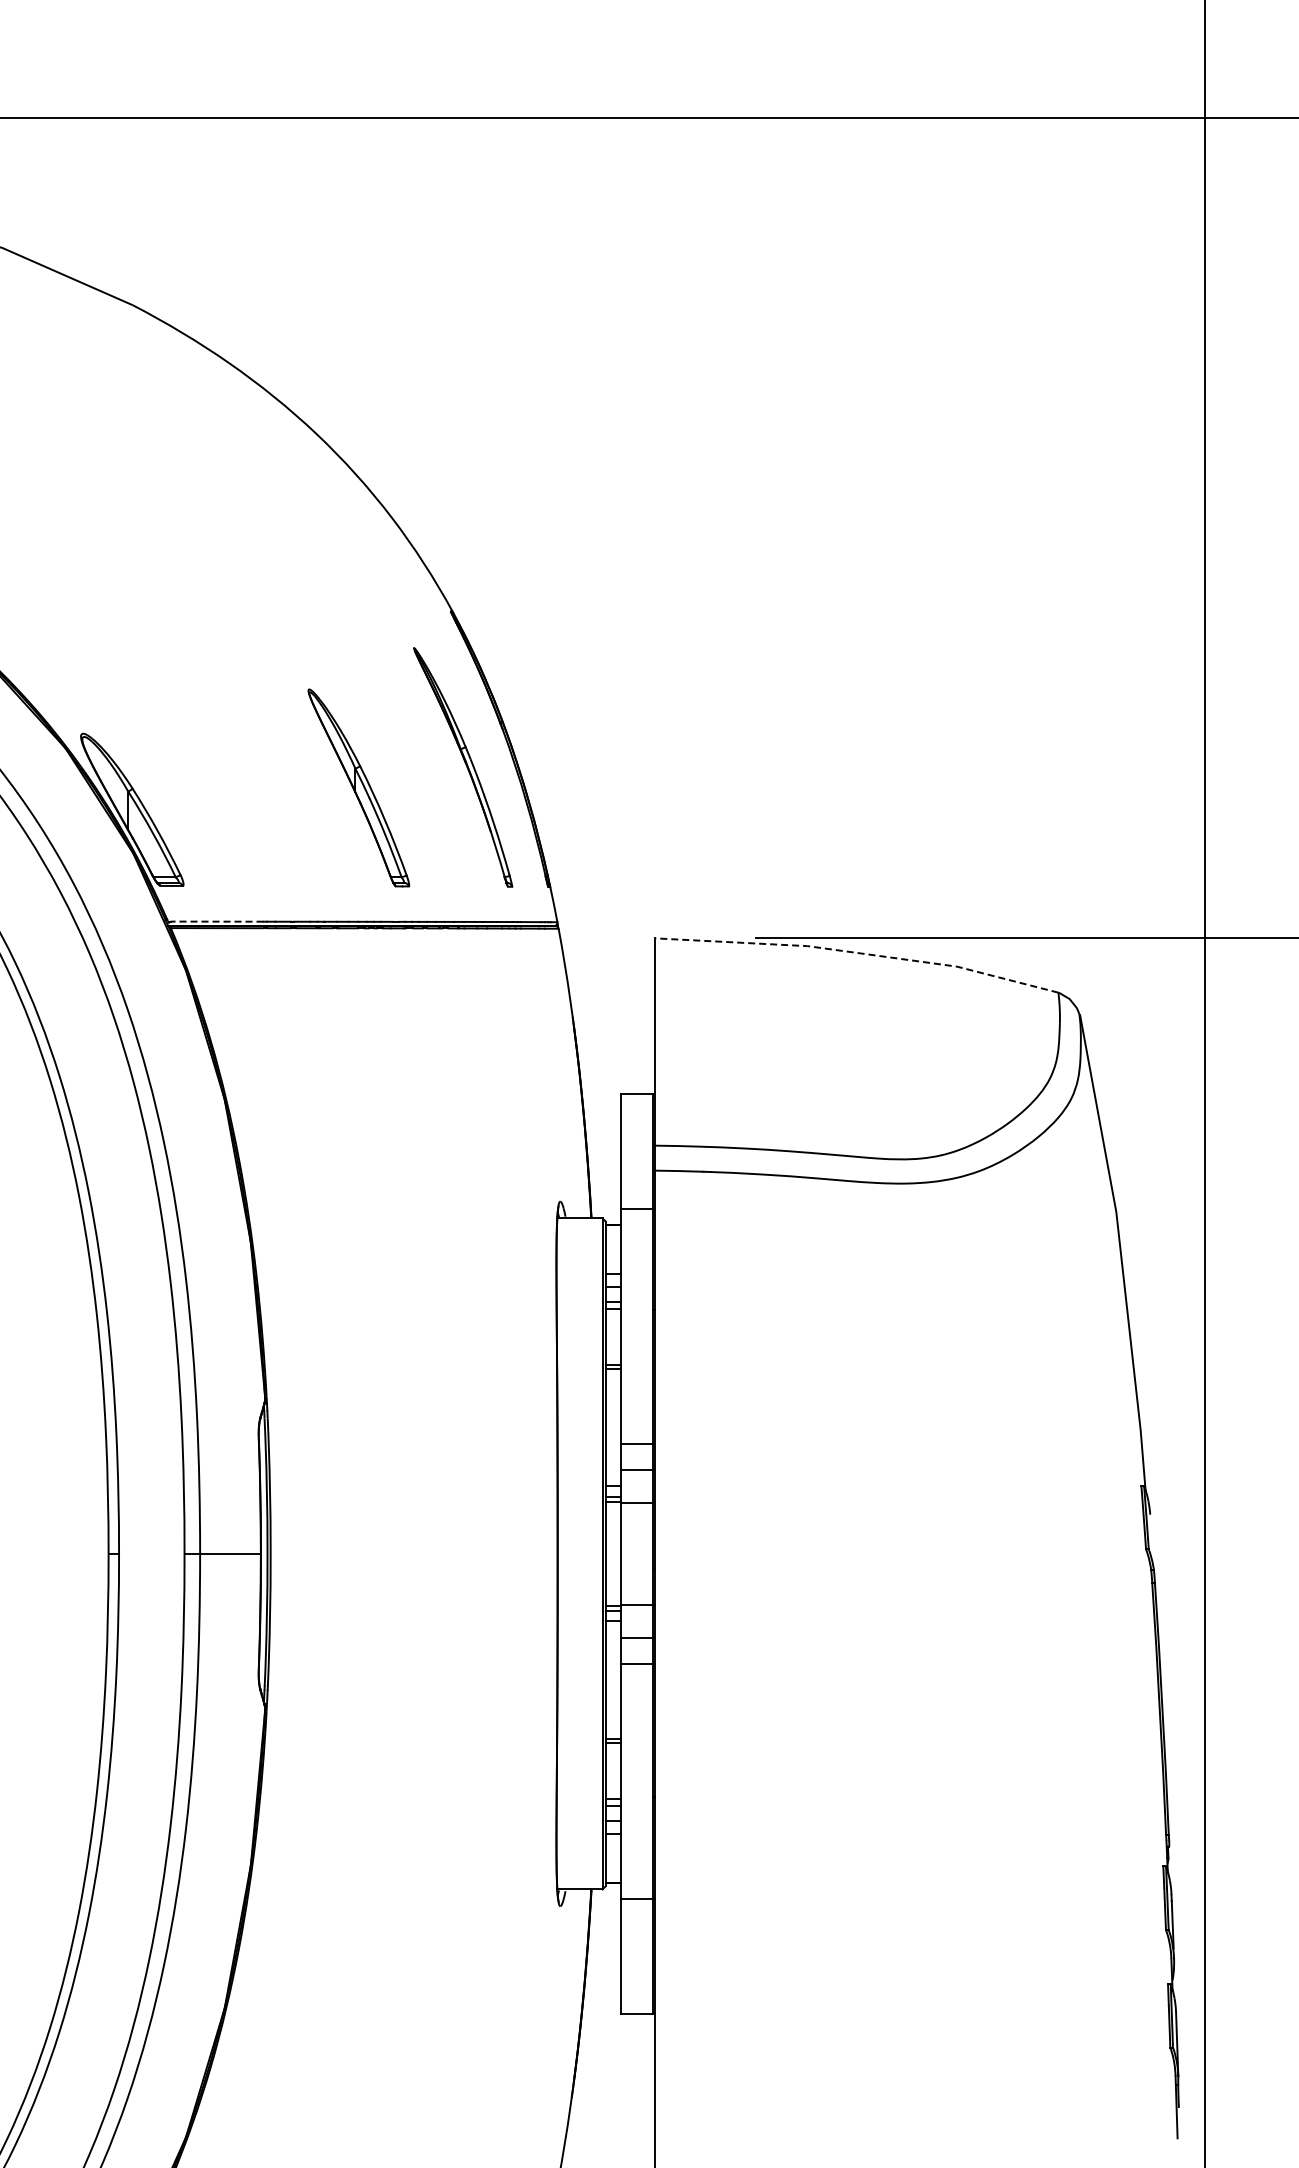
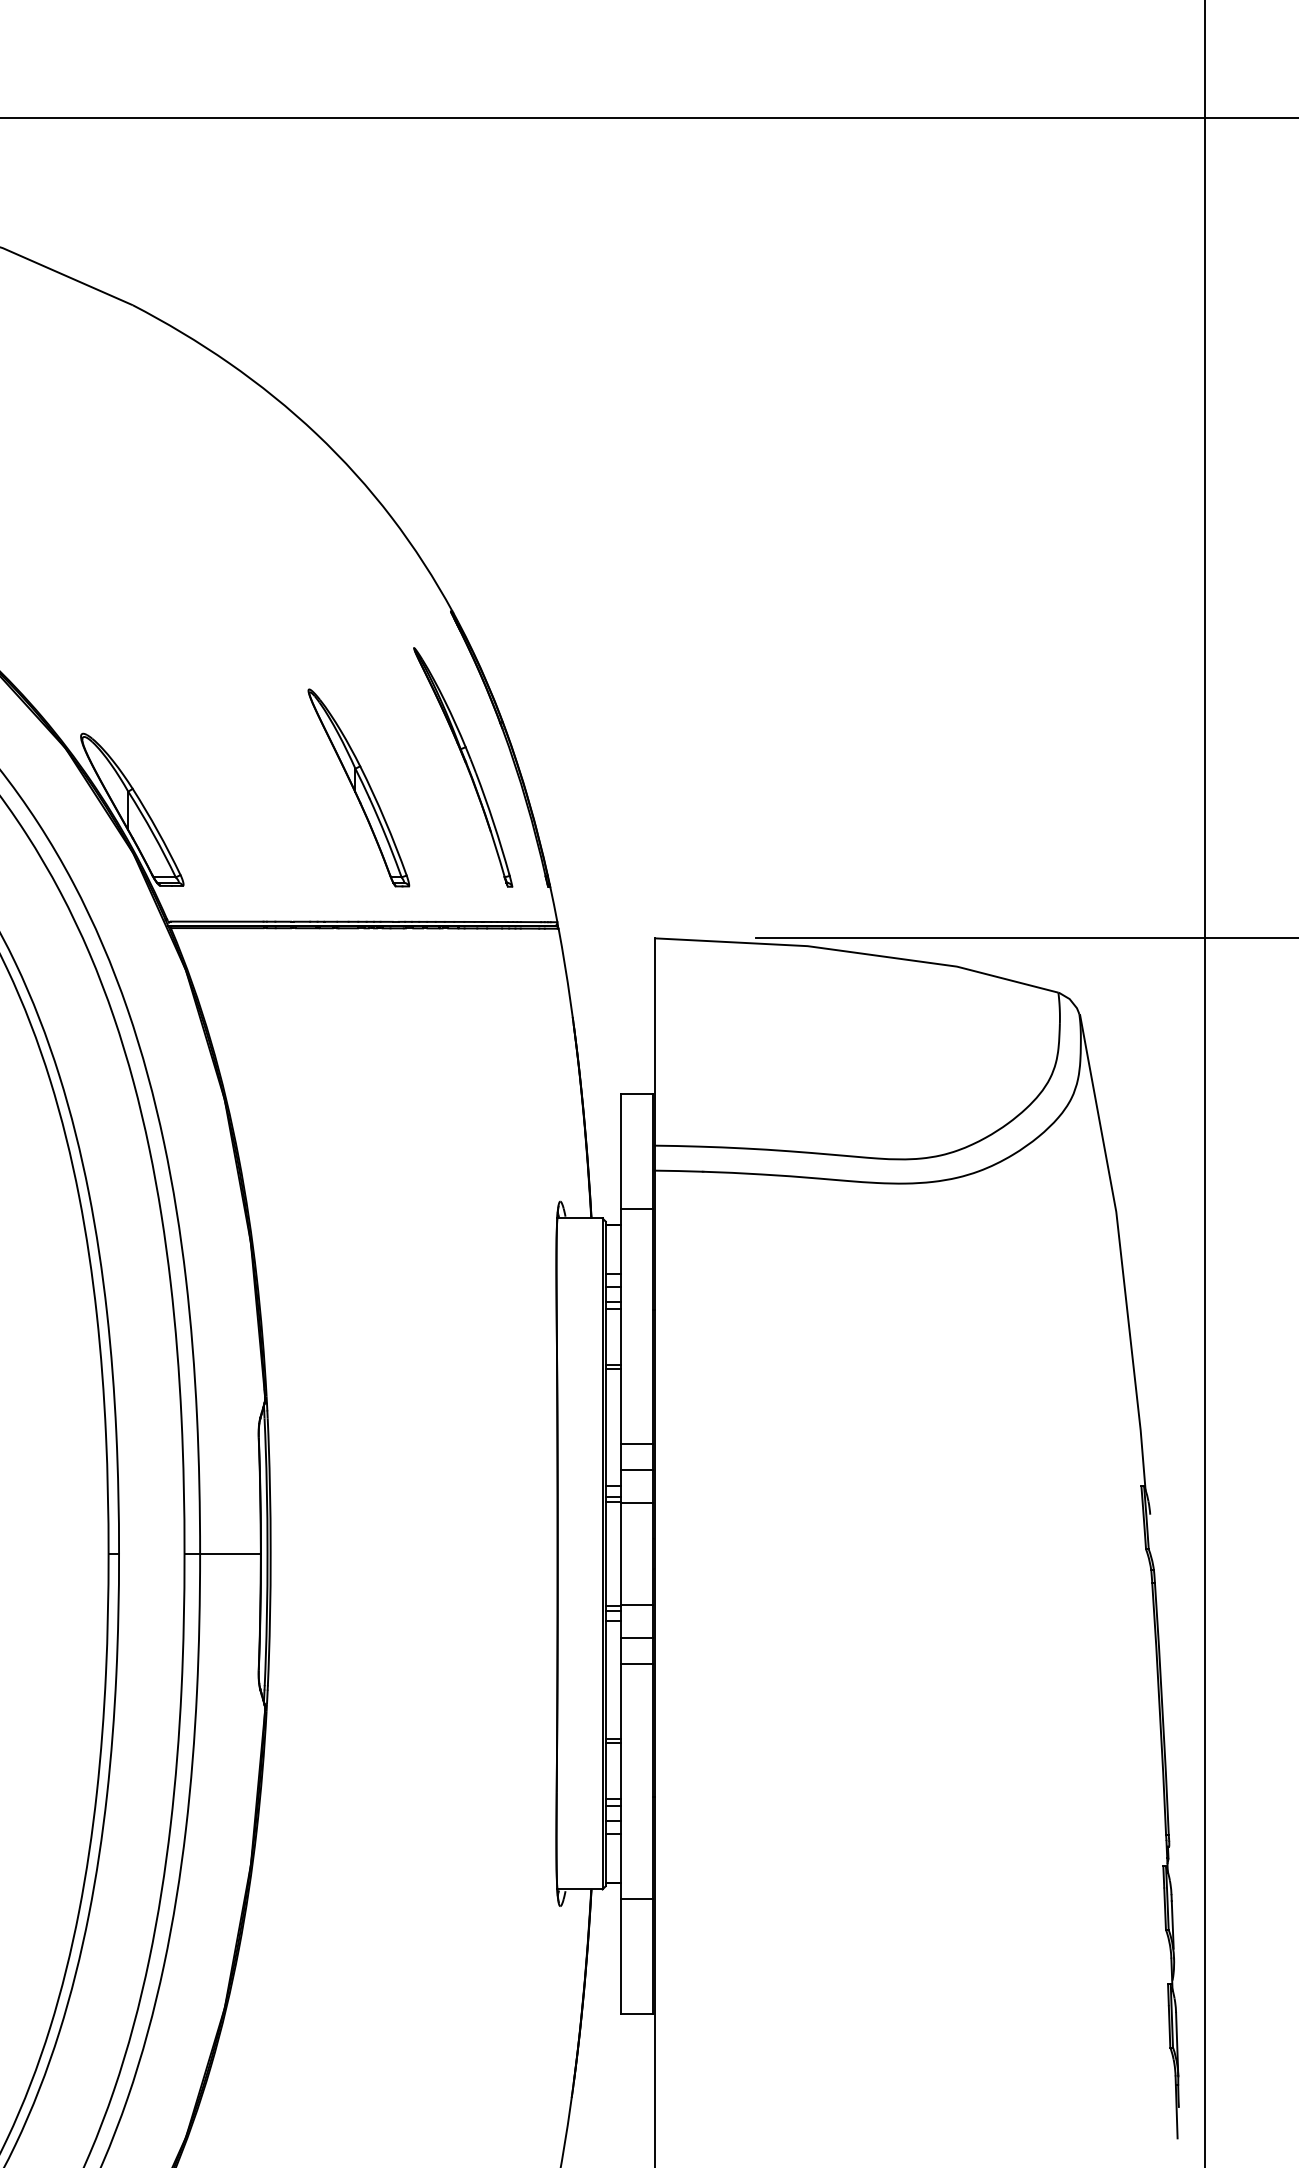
line at (216, 921): dashed -> solid
line at (858, 953): dashed -> solid
